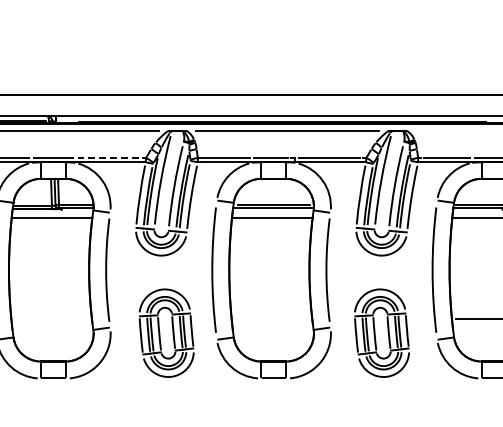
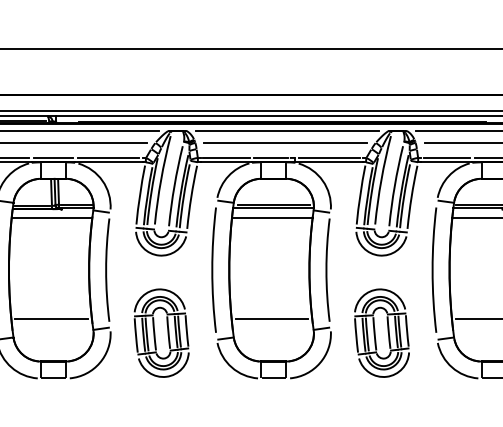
line at (250, 48): none -> present
line at (250, 111): none -> present
line at (457, 130): none -> present
line at (74, 142): none -> present
line at (285, 142): none -> present
line at (461, 142): none -> present
line at (108, 157): dashed -> solid
line at (51, 318): none -> present
line at (271, 318): none -> present
part at (166, 332) position: (166, 332) -> (161, 332)
